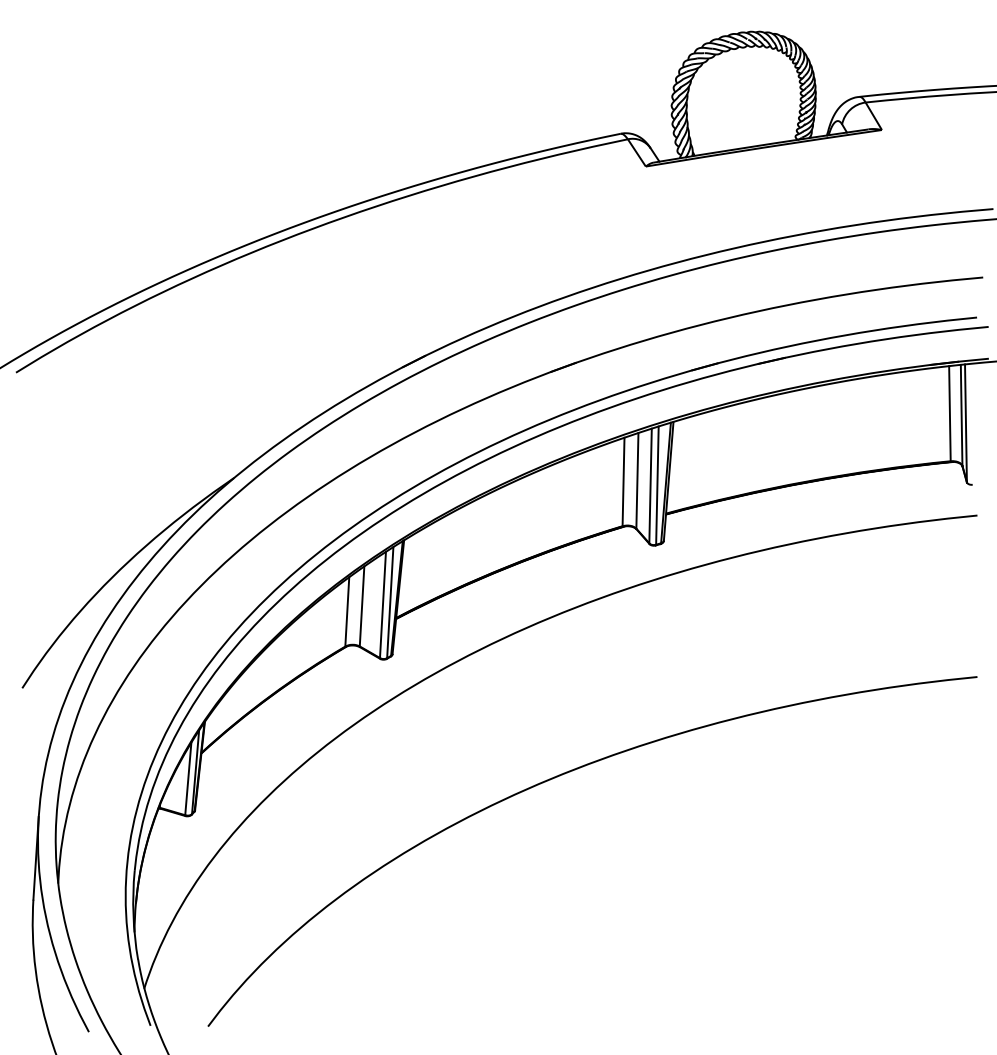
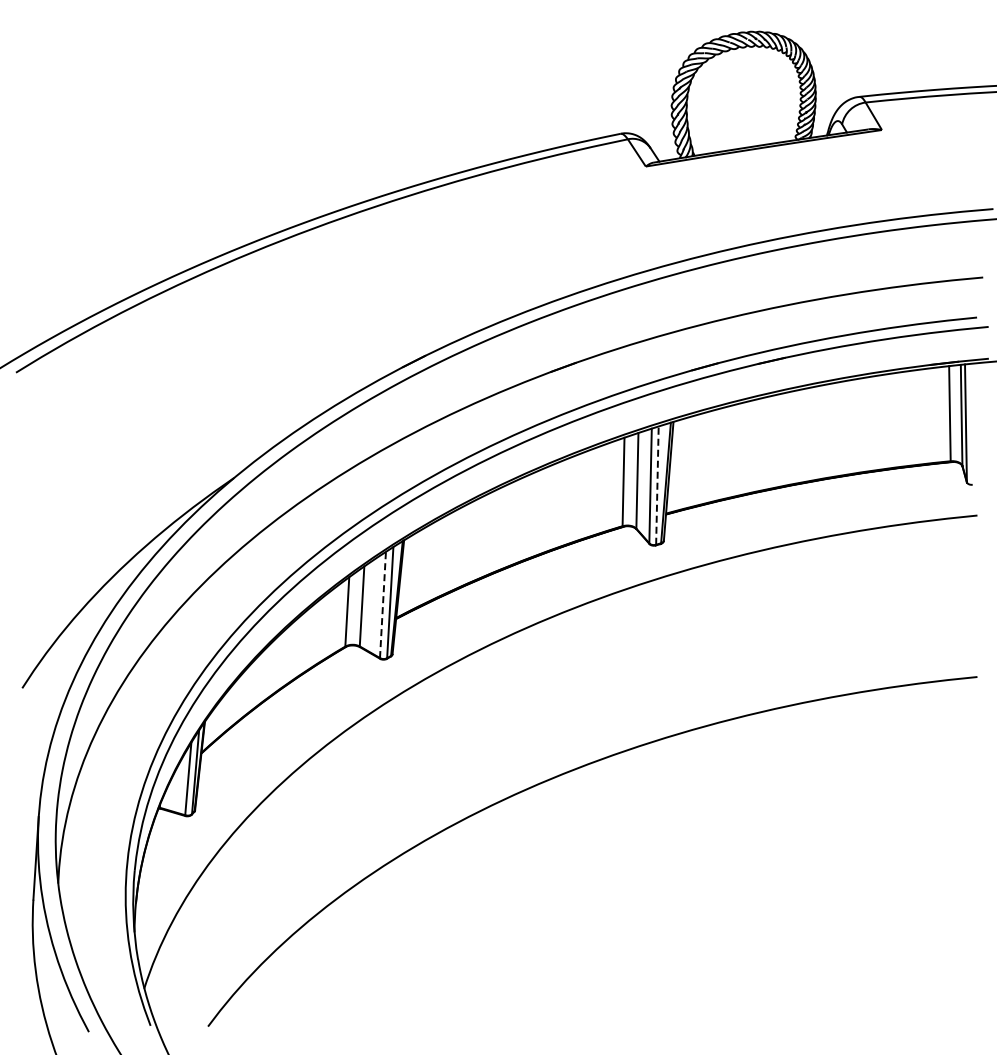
line at (657, 485): solid -> dashed
line at (383, 604): solid -> dashed
